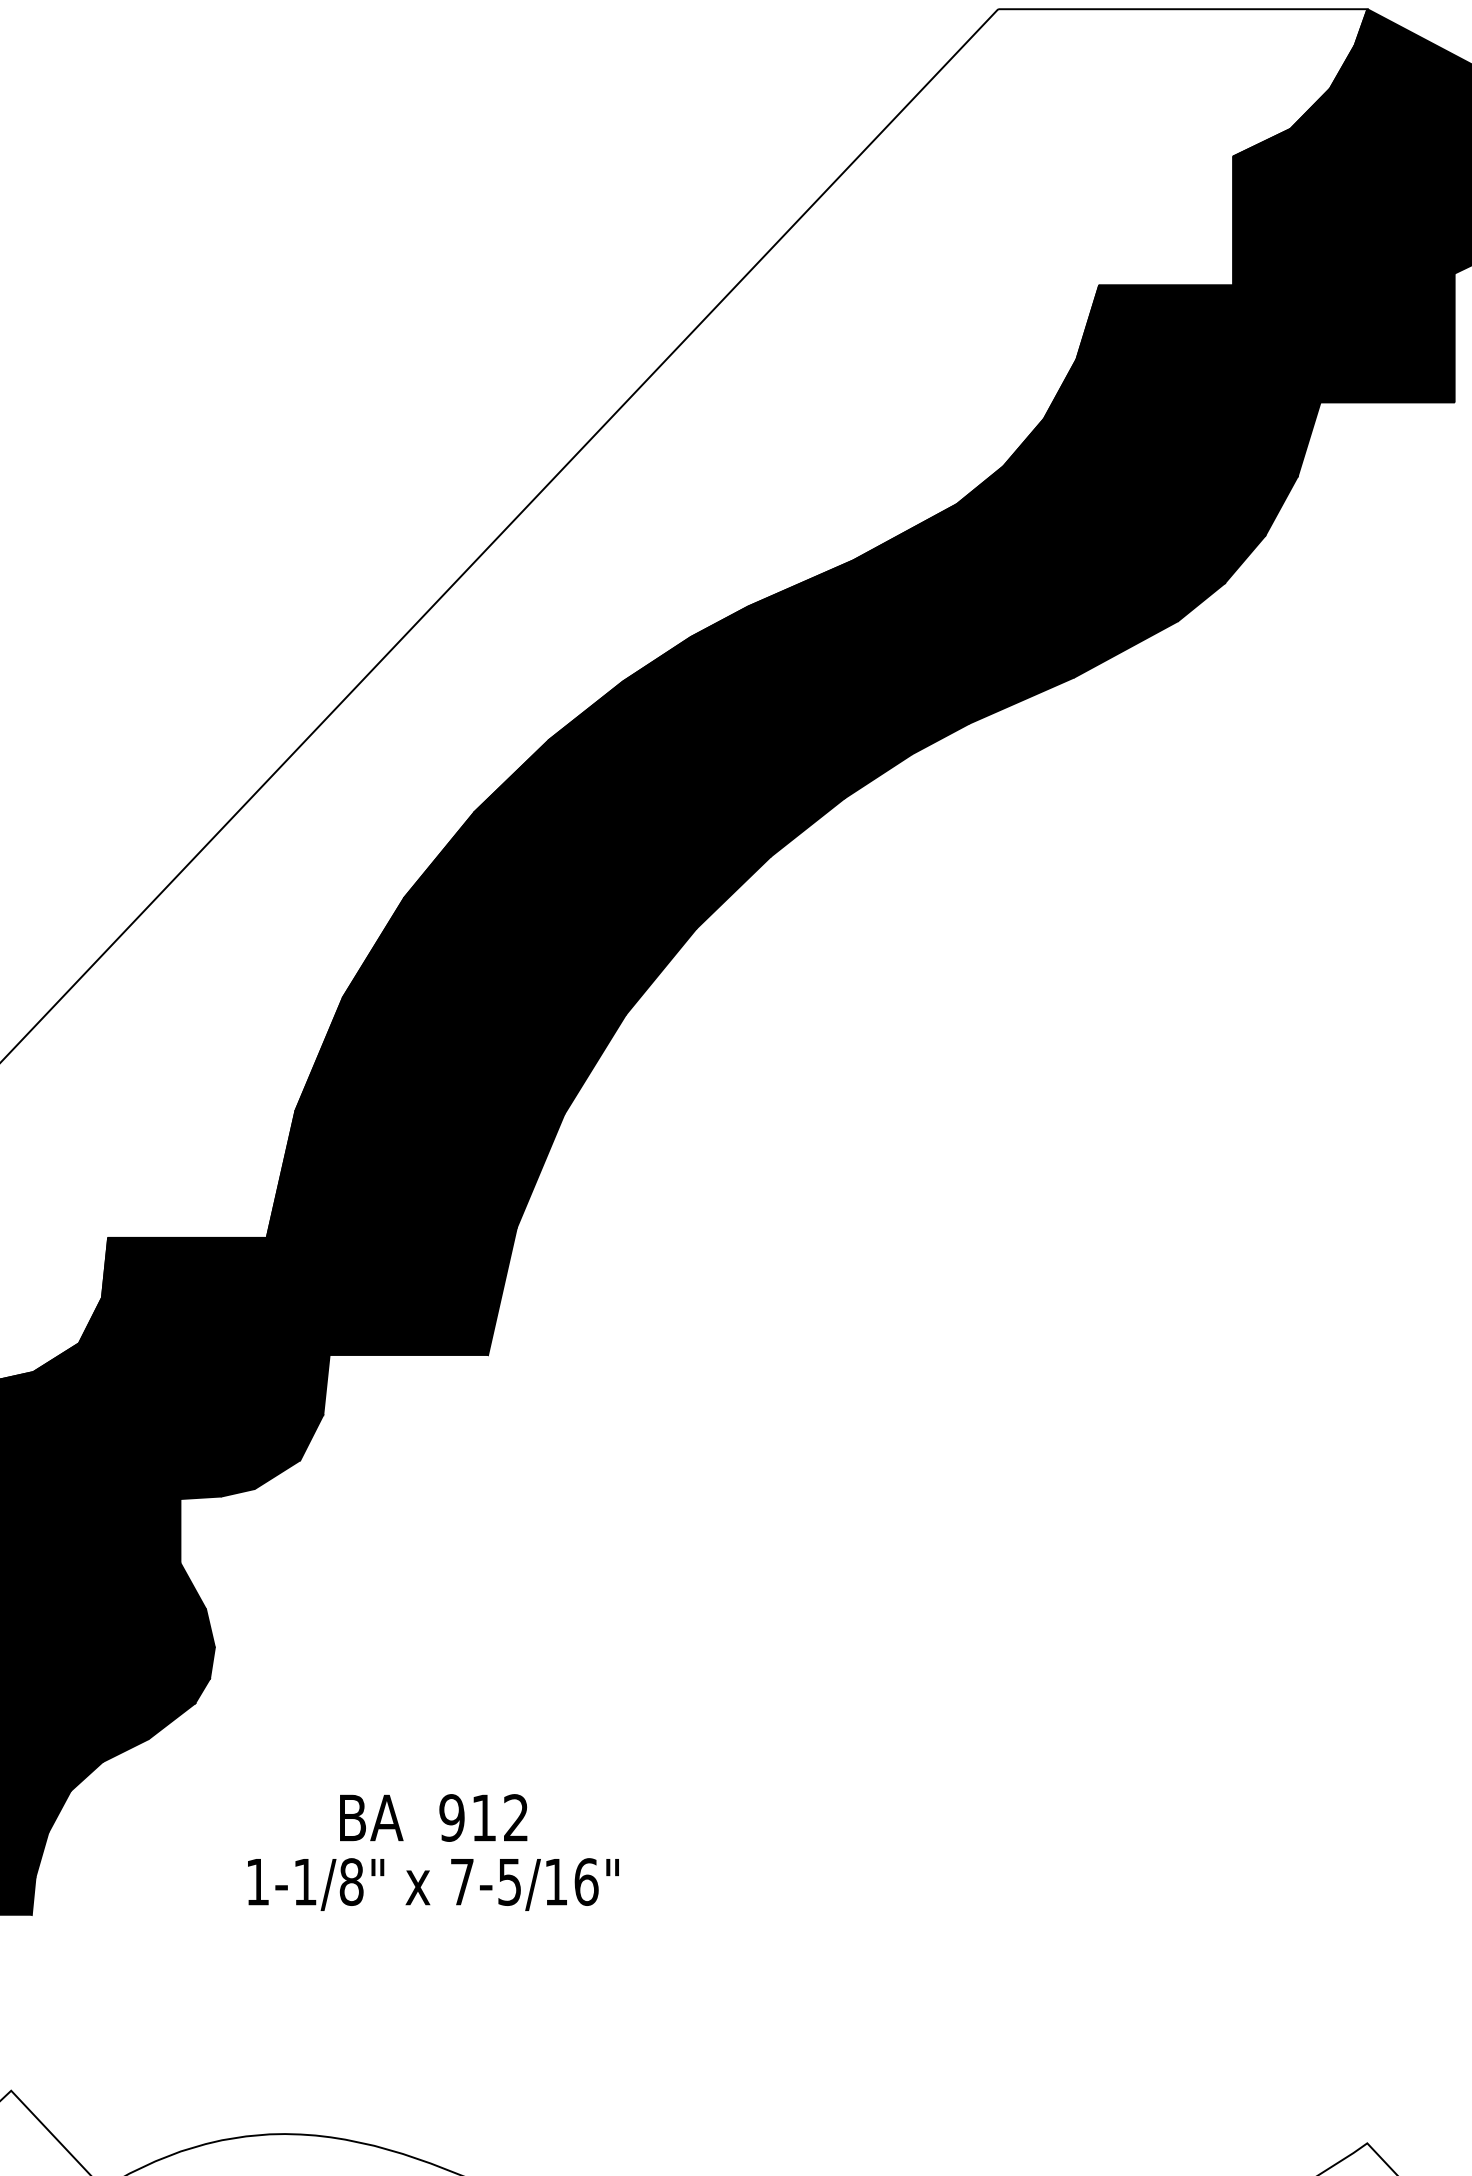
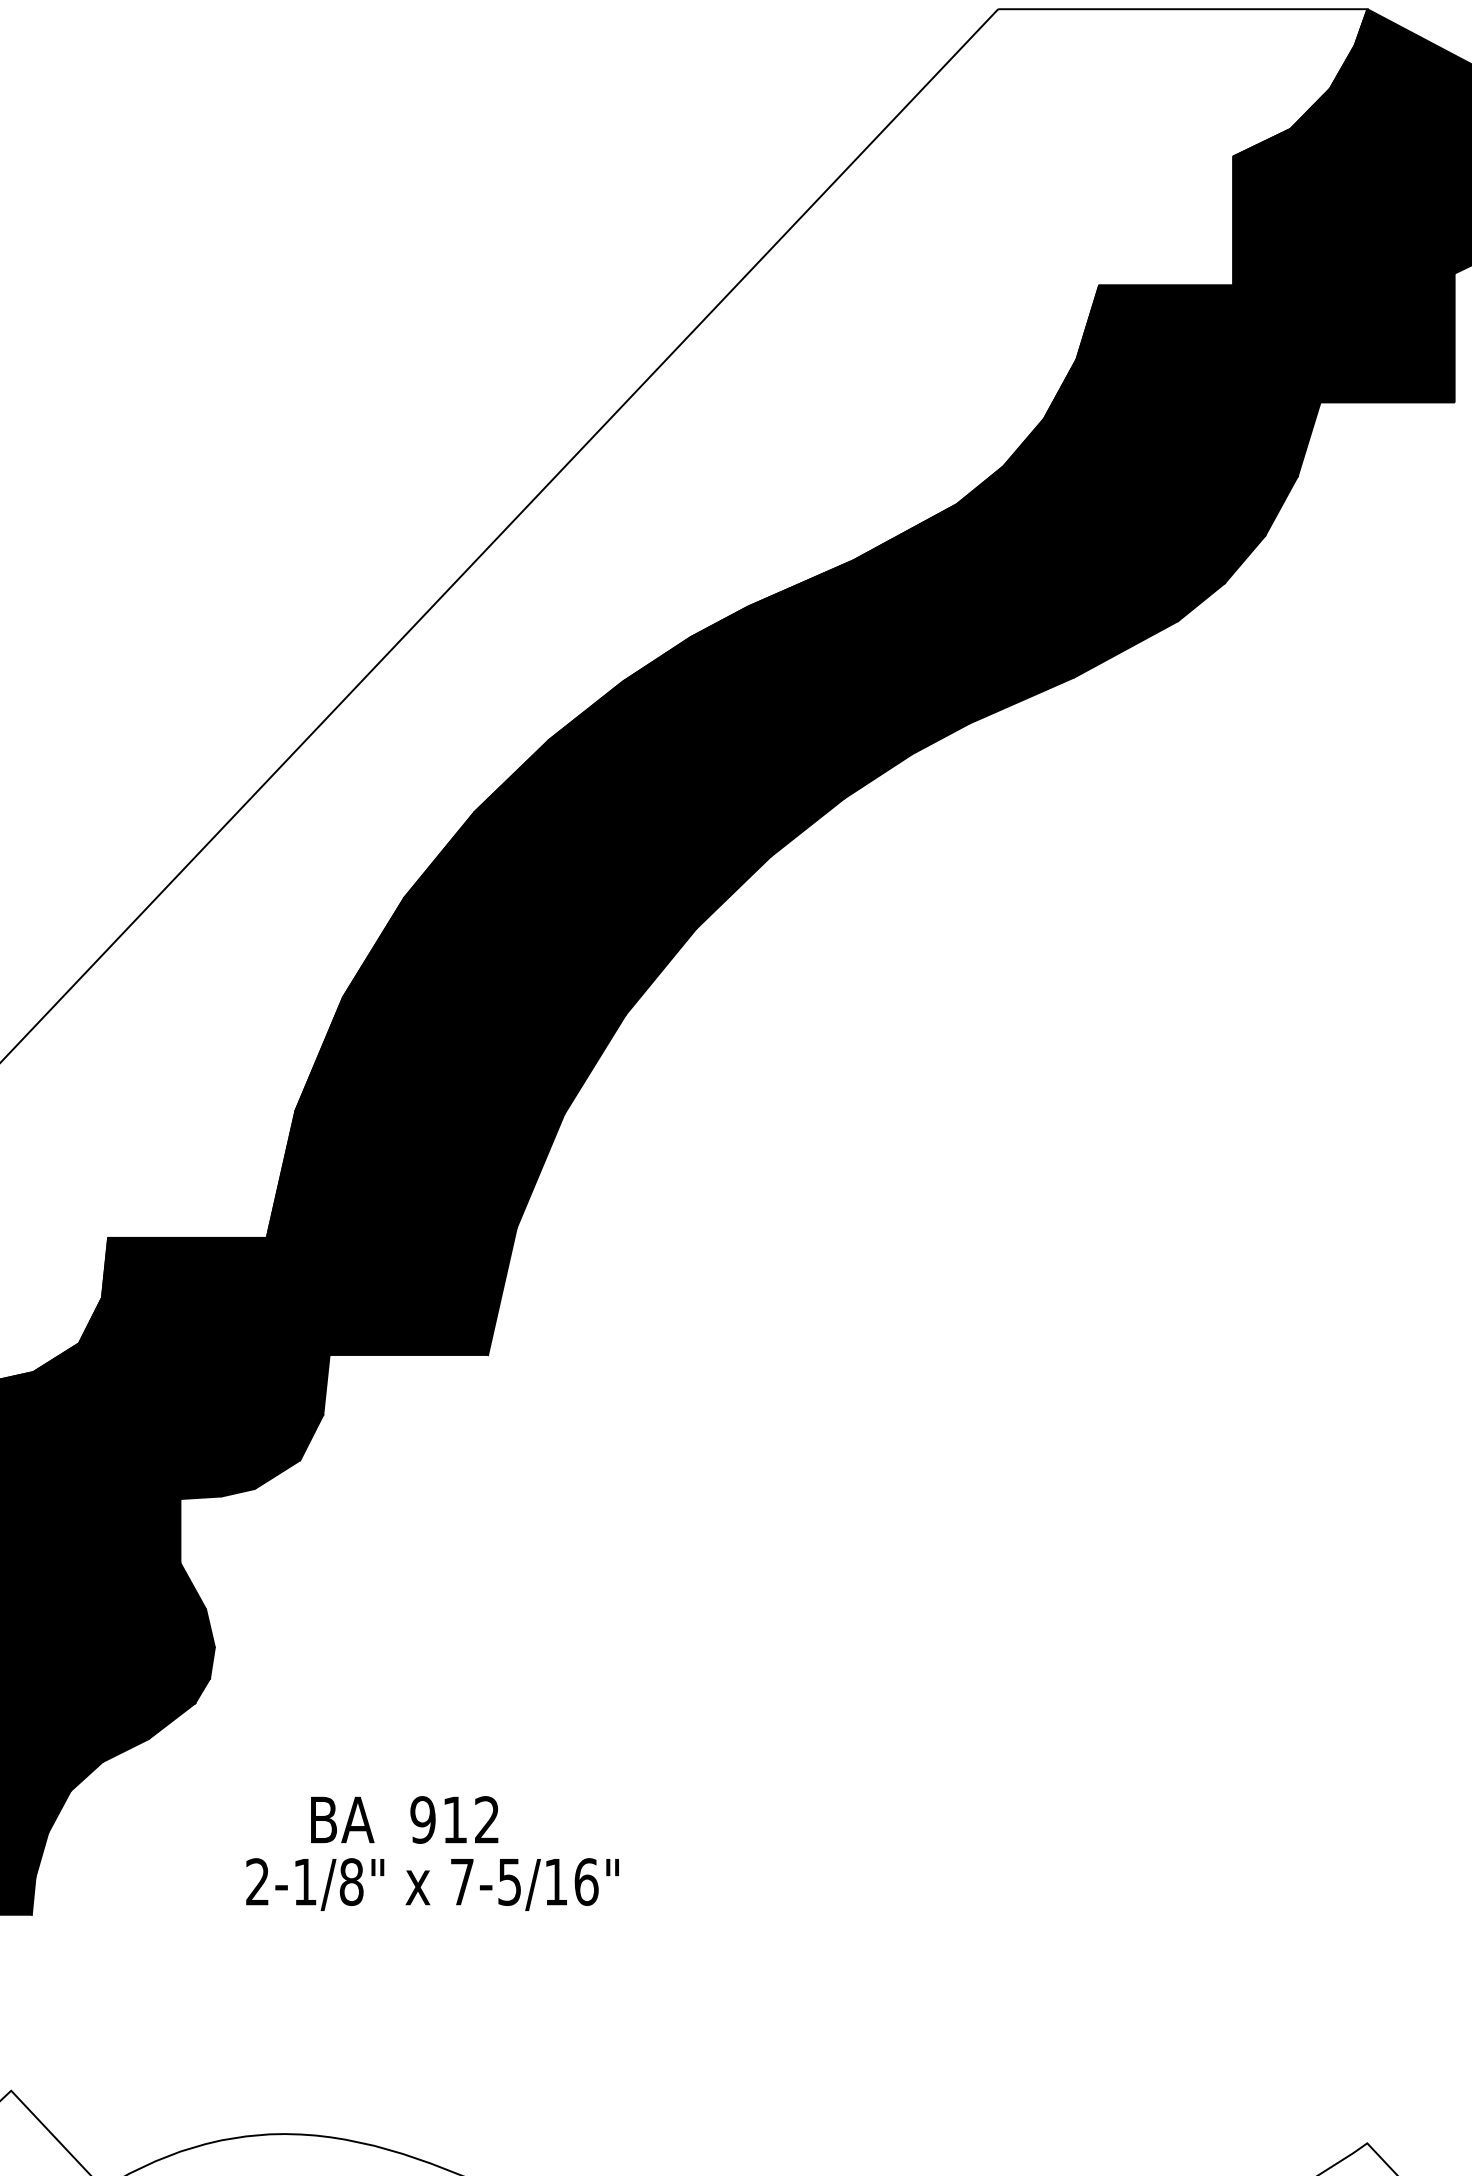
text at (433, 1817) position: (433, 1817) -> (404, 1819)
text at (257, 1881): 1-1/8" -> 2-1/8"
